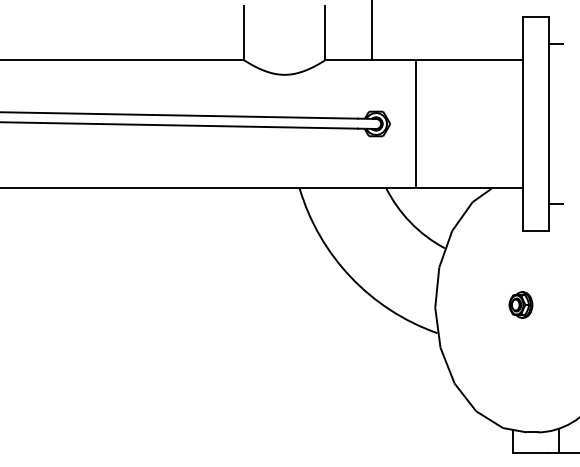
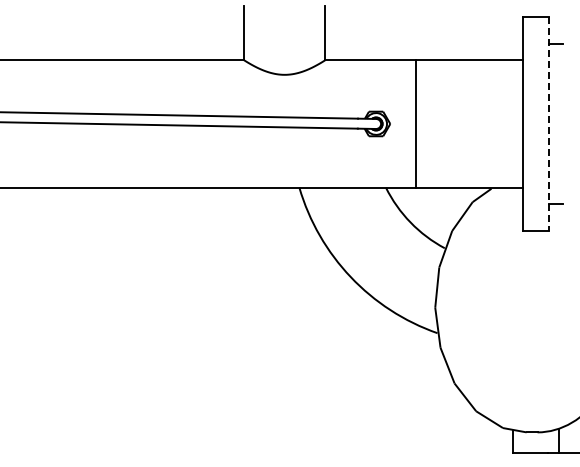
line at (371, 31): present -> none
line at (548, 123): solid -> dashed
part at (520, 304): present -> none
